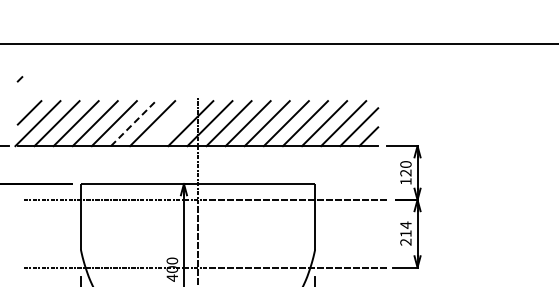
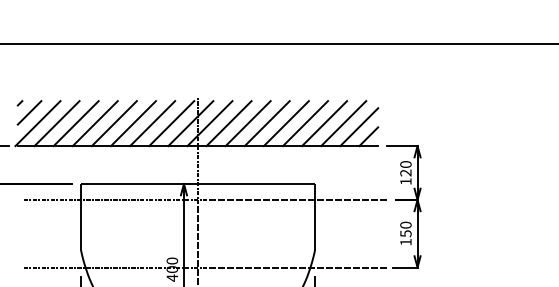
line at (19, 79) position: (19, 79) -> (19, 103)
line at (133, 123): dashed -> solid
line at (171, 123): none -> present
text at (405, 233): 214 -> 150
